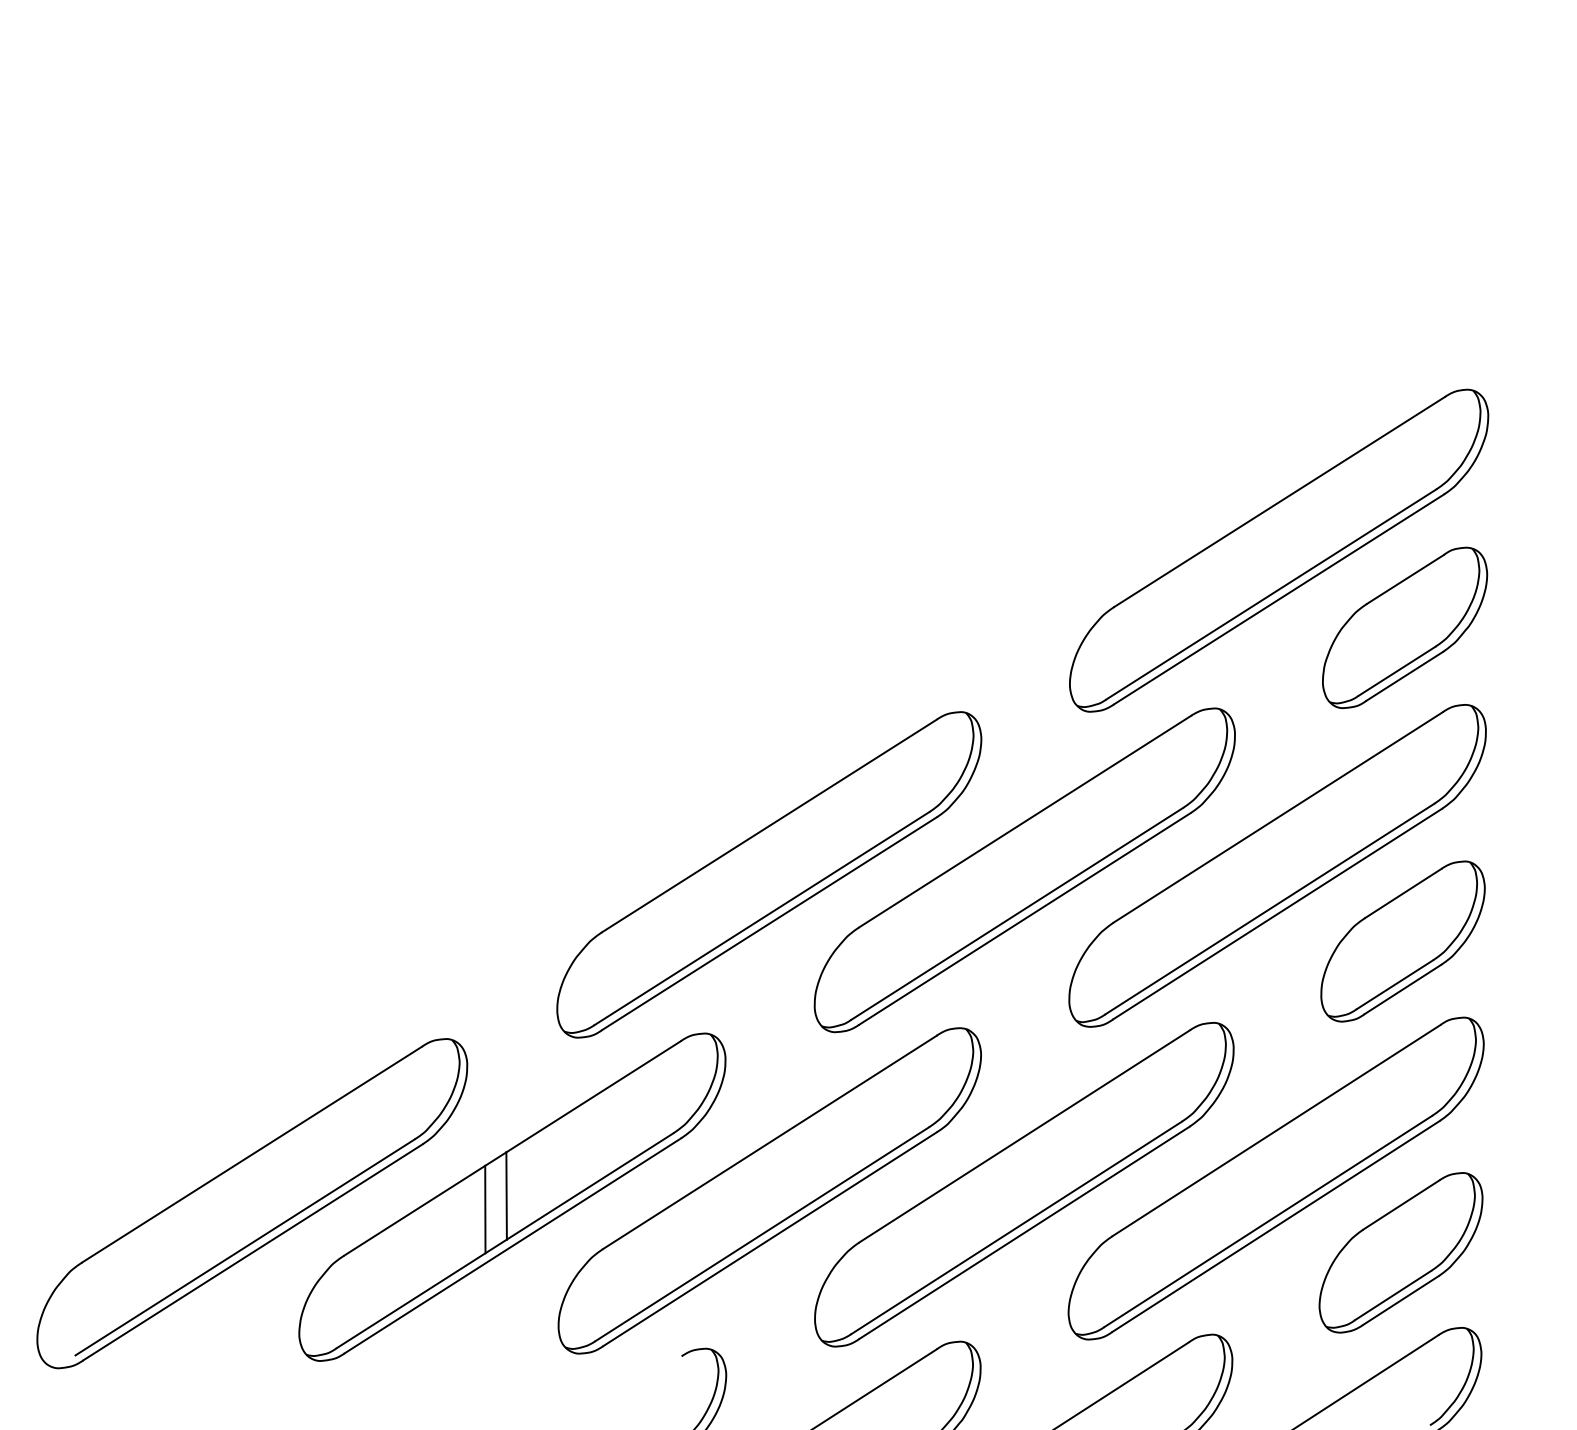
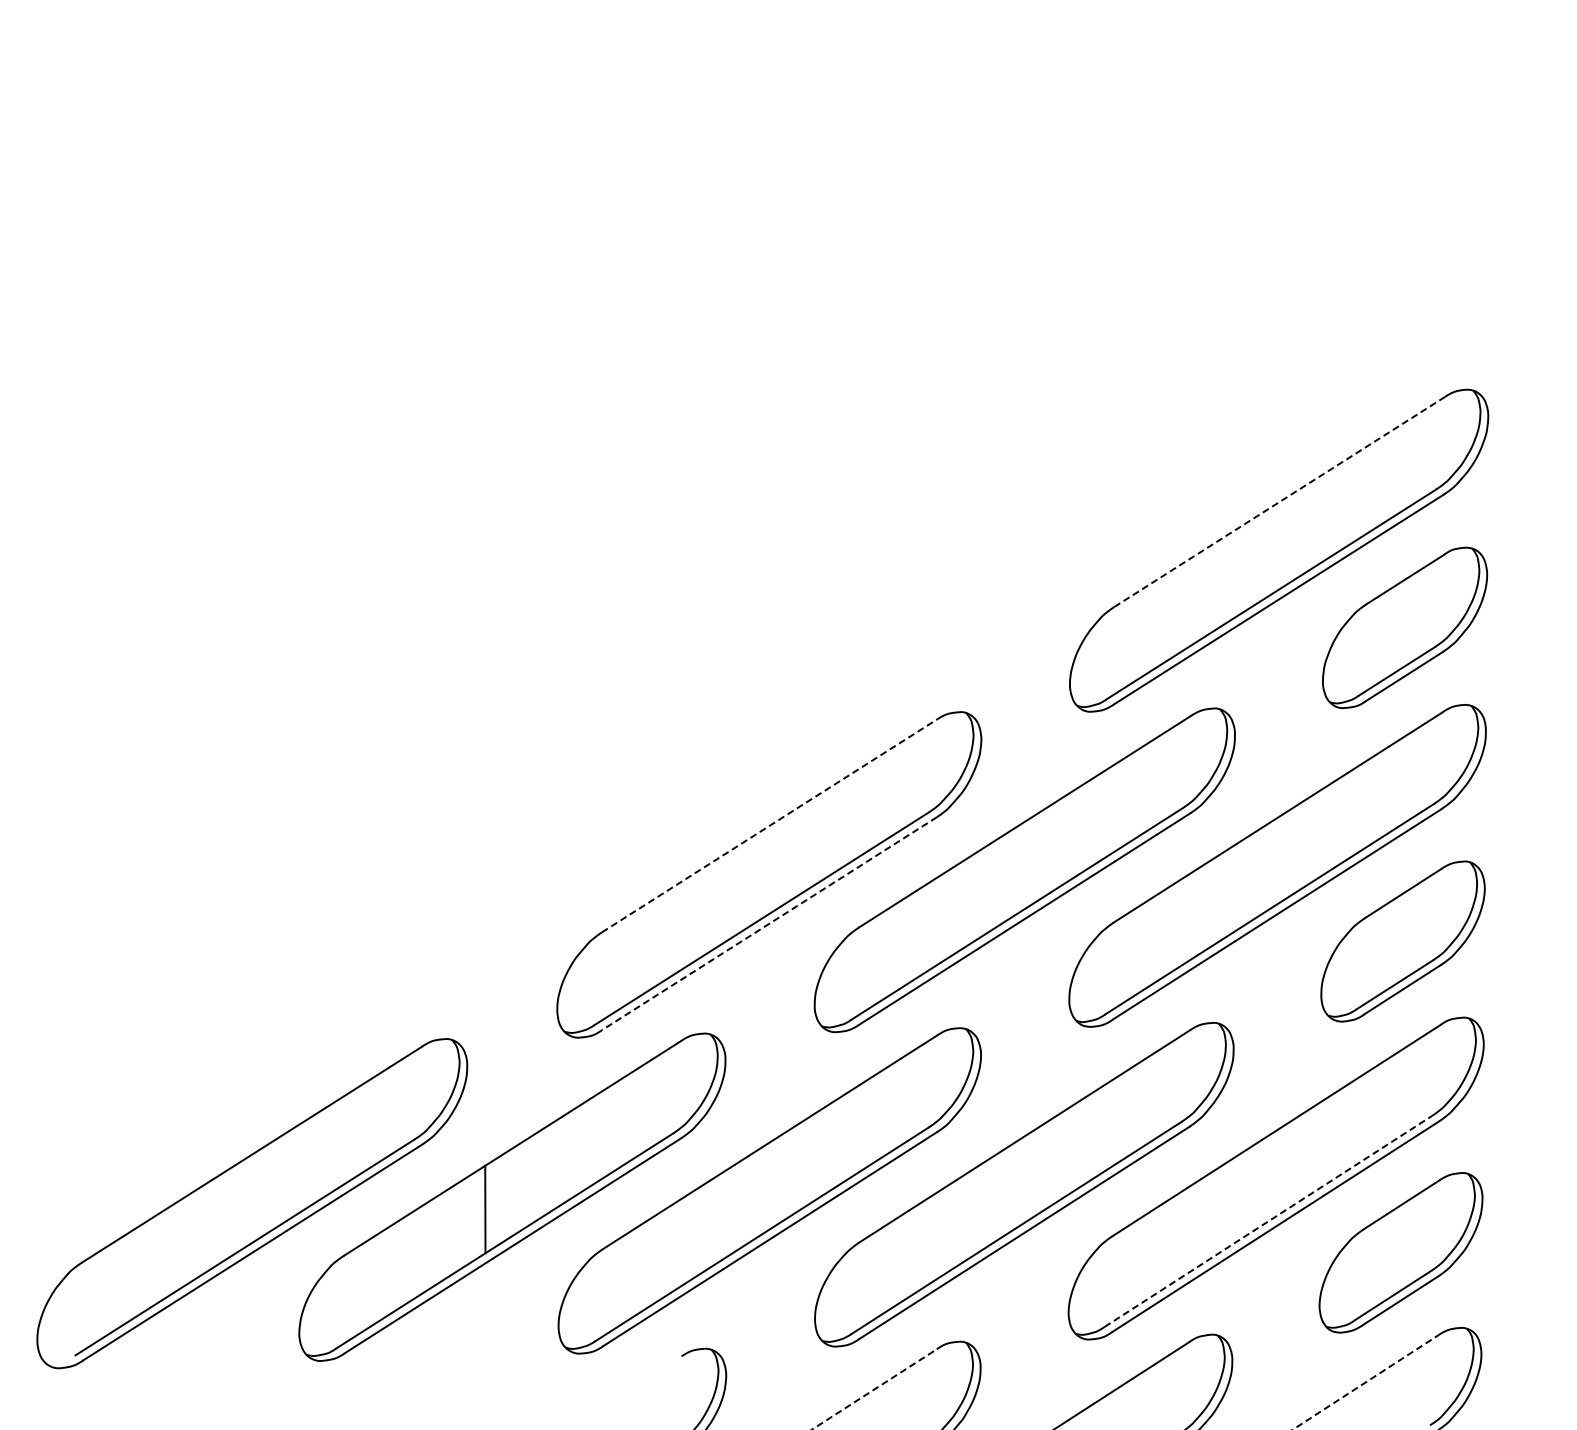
line at (1279, 502): solid -> dashed
line at (769, 825): solid -> dashed
line at (769, 923): solid -> dashed
line at (506, 1195): present -> none
line at (1268, 1221): solid -> dashed
line at (1365, 1382): solid -> dashed
line at (874, 1389): solid -> dashed
